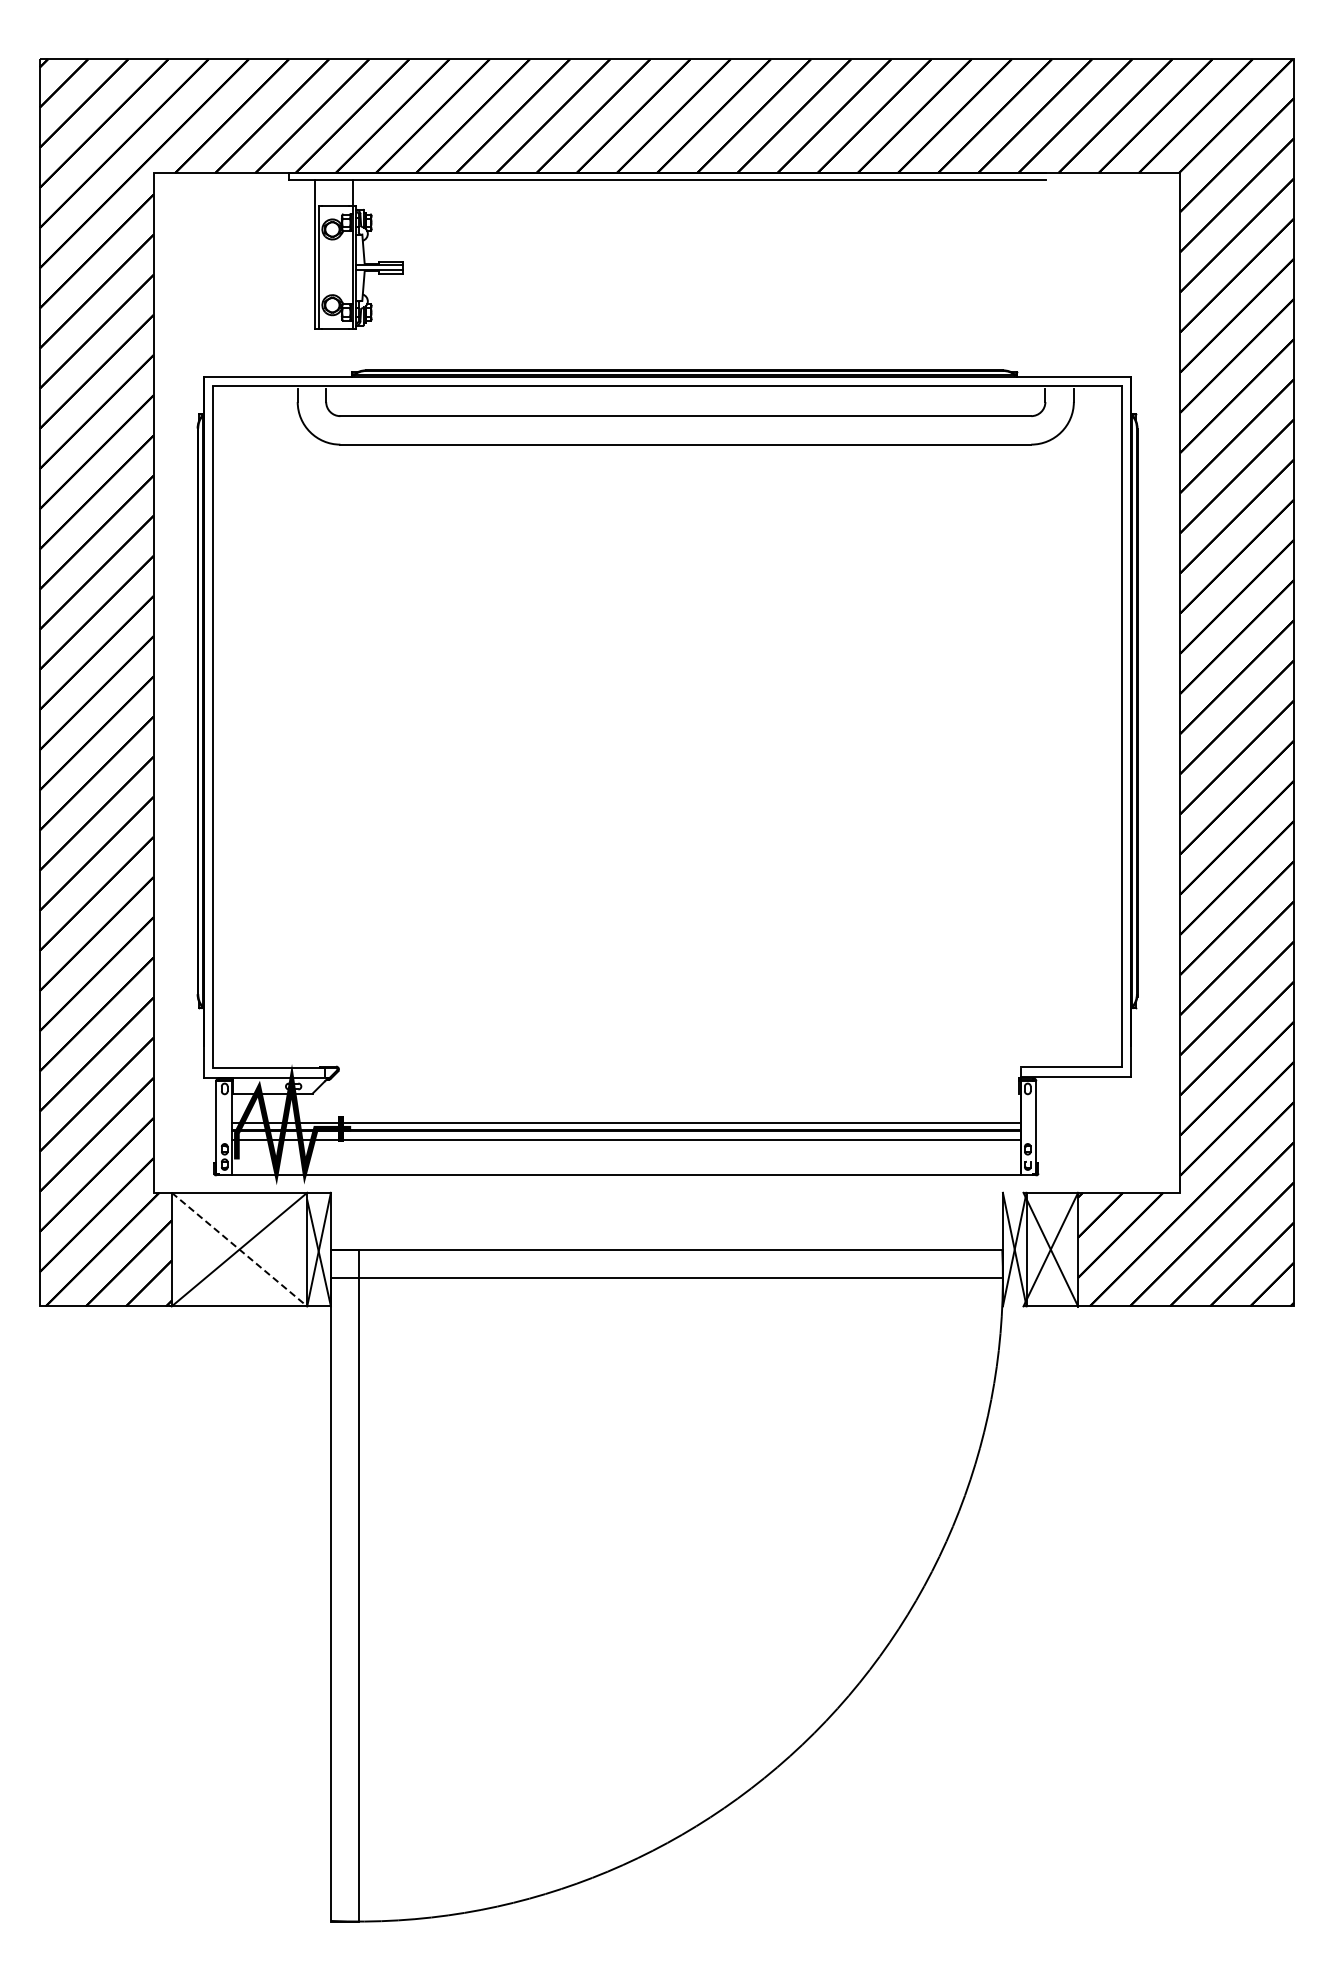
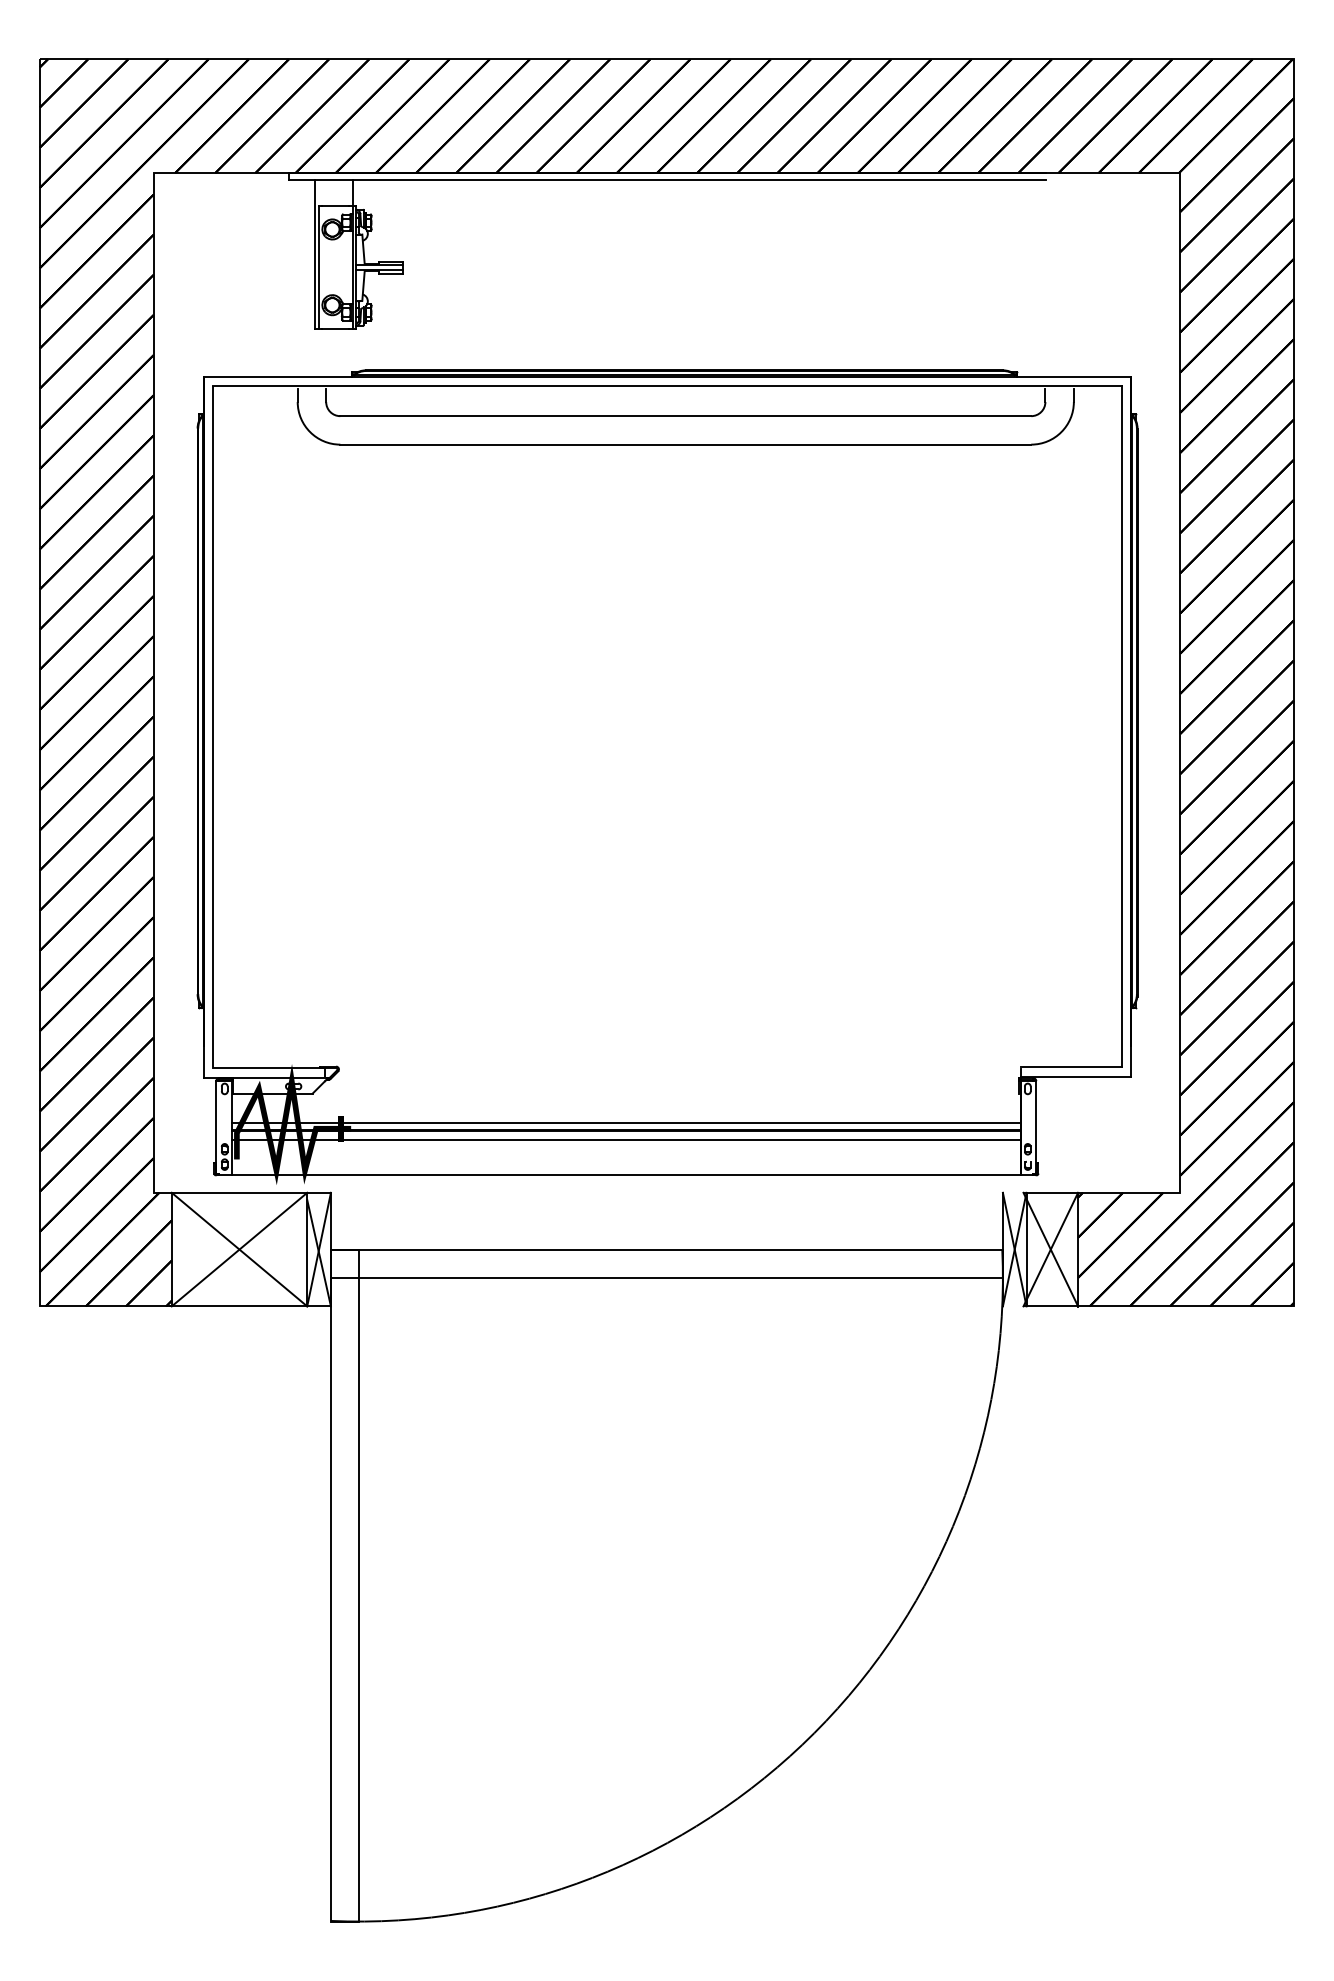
line at (239, 1249): dashed -> solid
